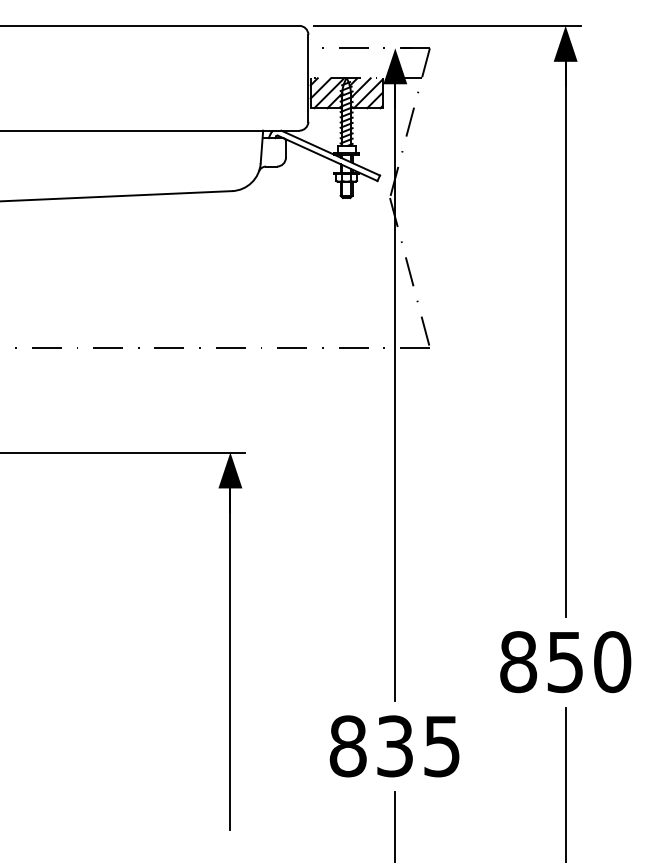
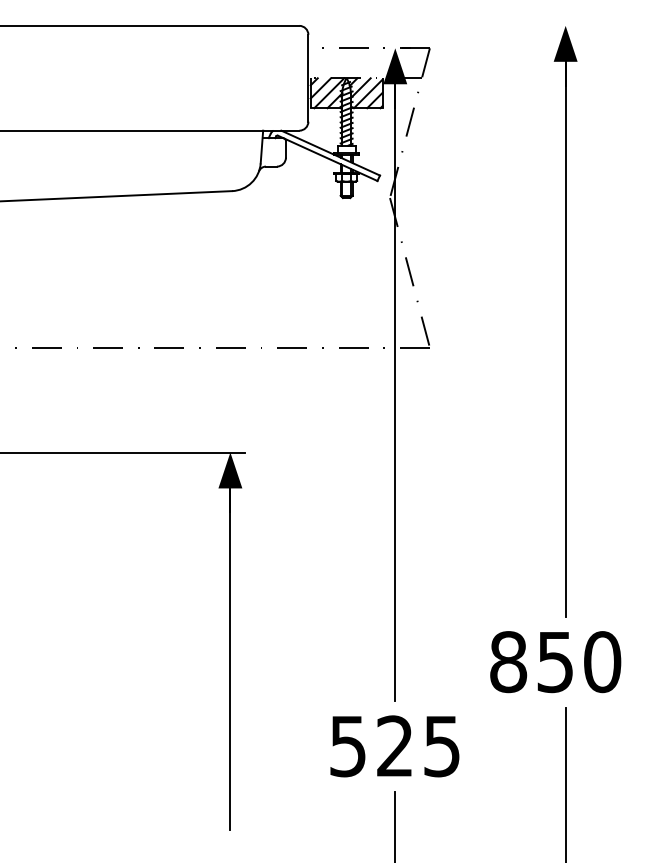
line at (447, 25): present -> none
text at (565, 662) position: (565, 662) -> (555, 662)
text at (370, 746): 835 -> 525
